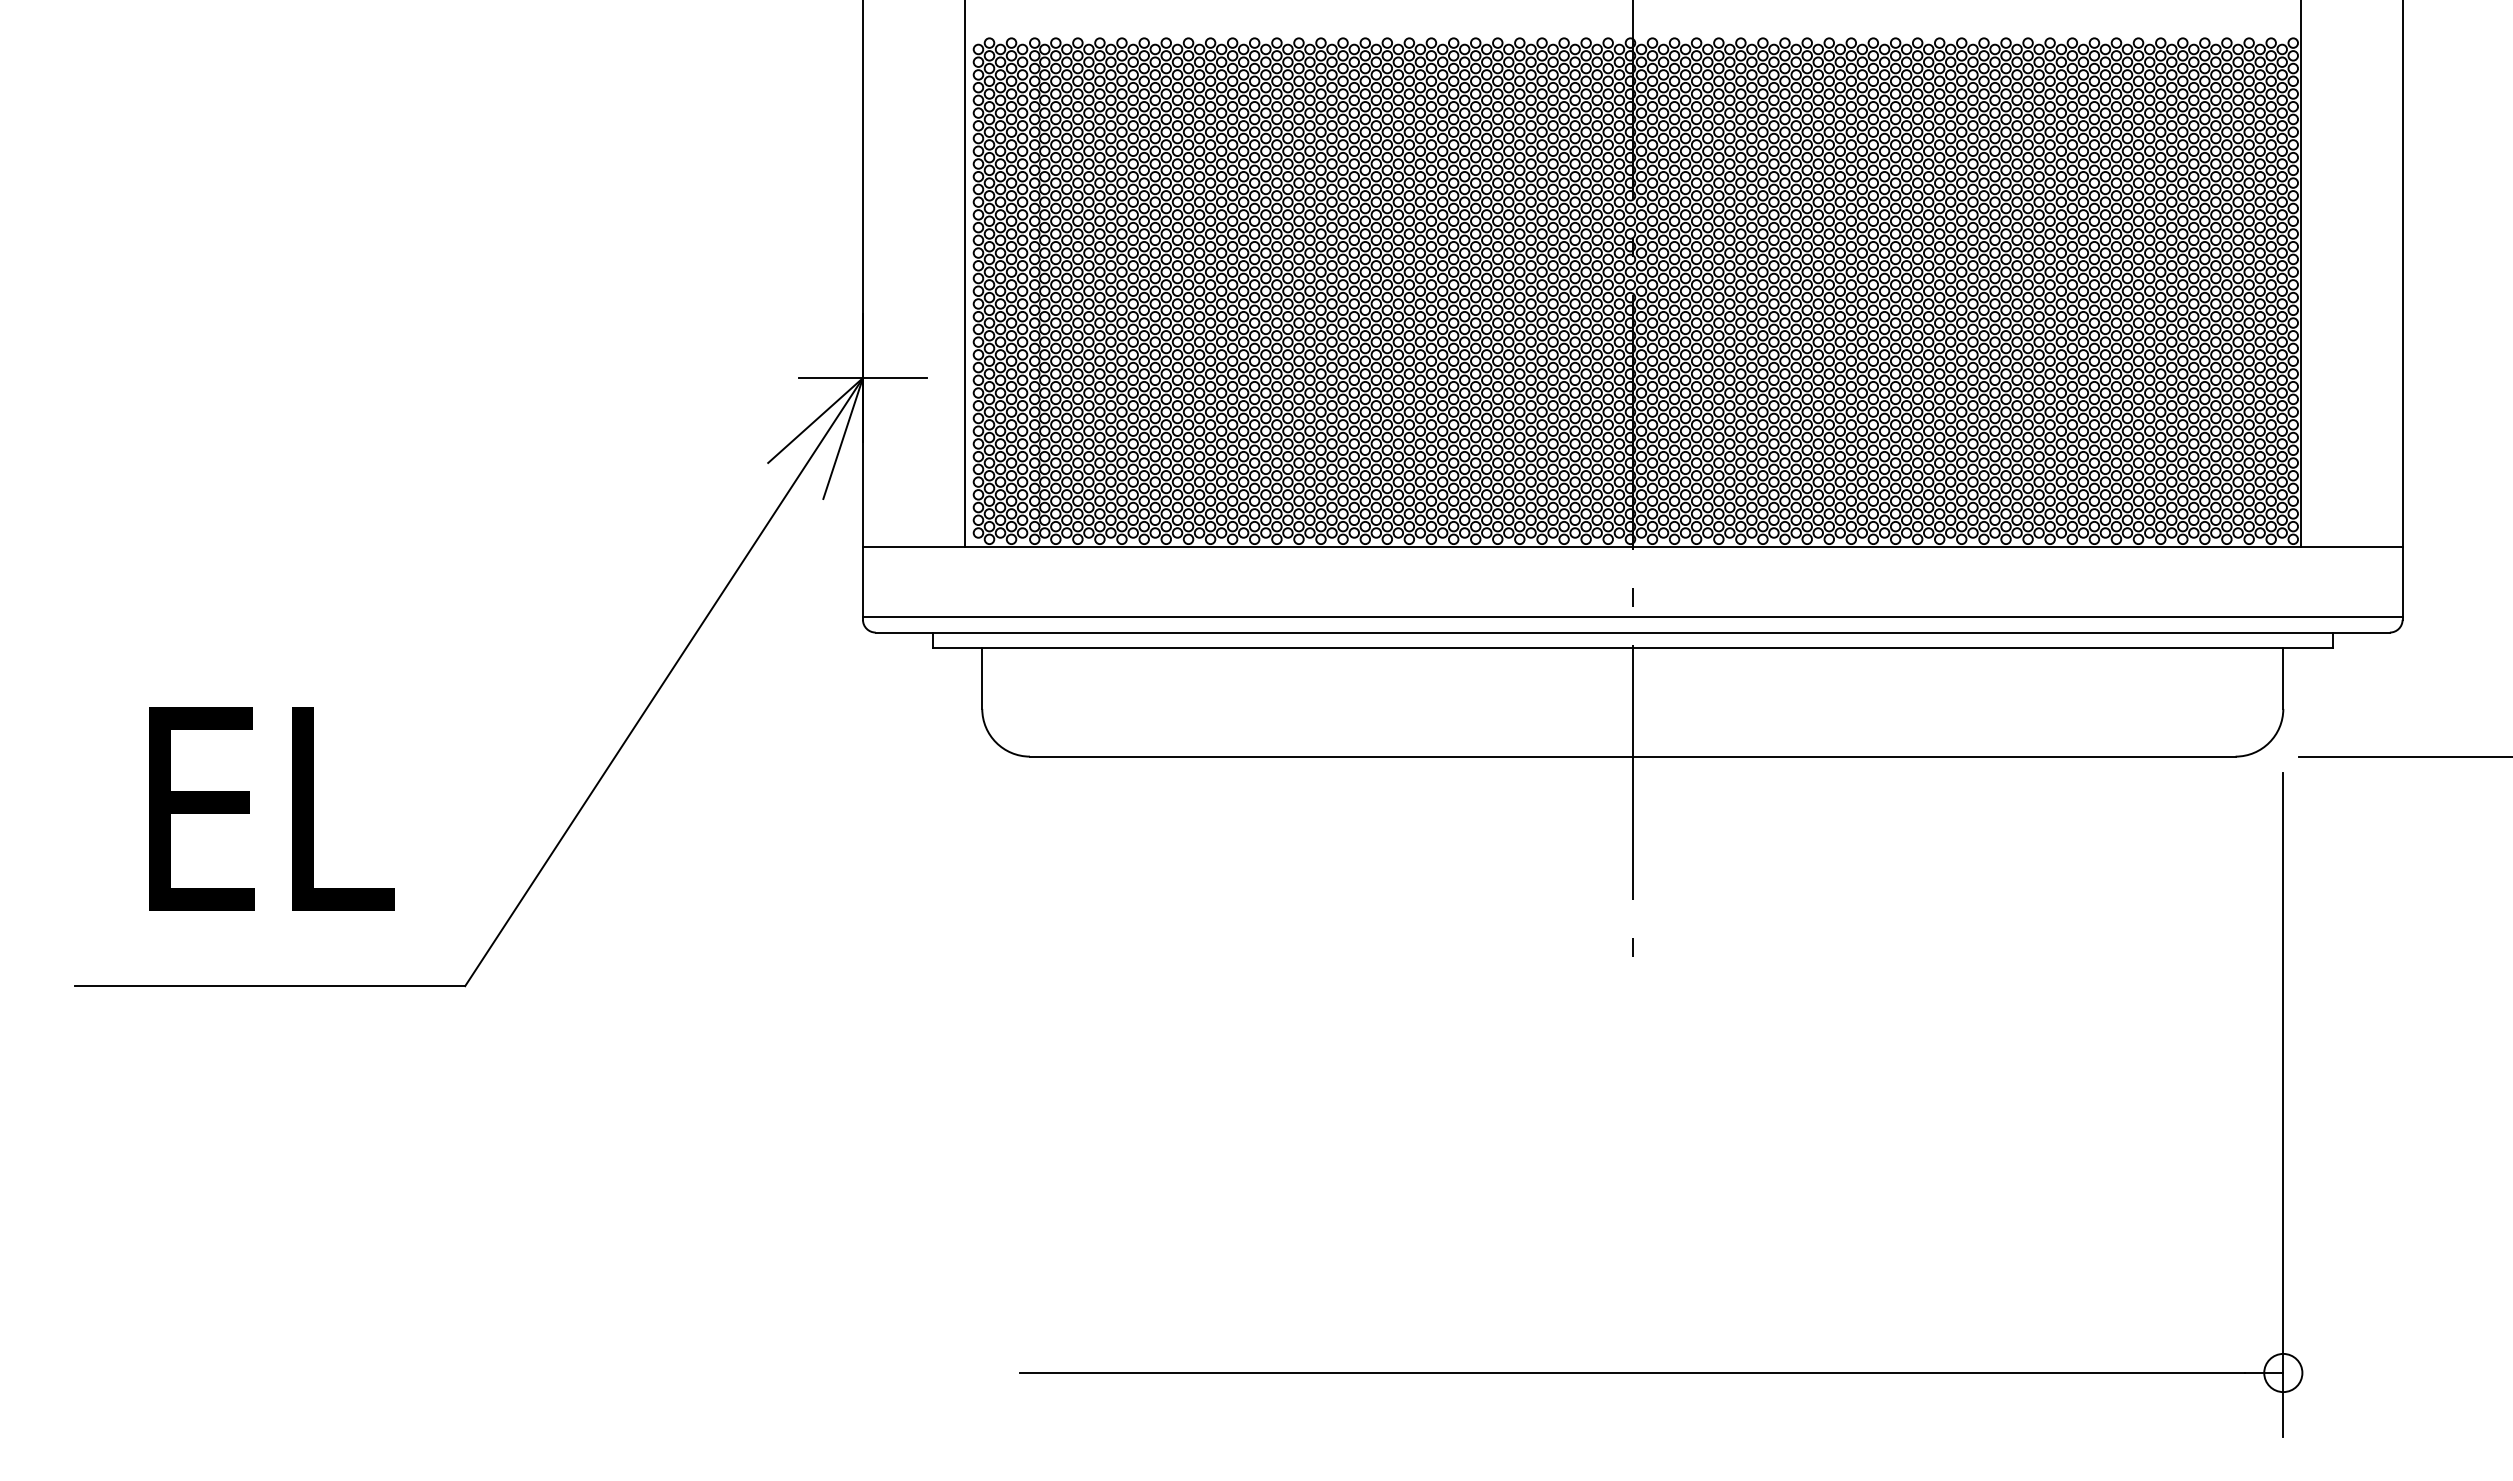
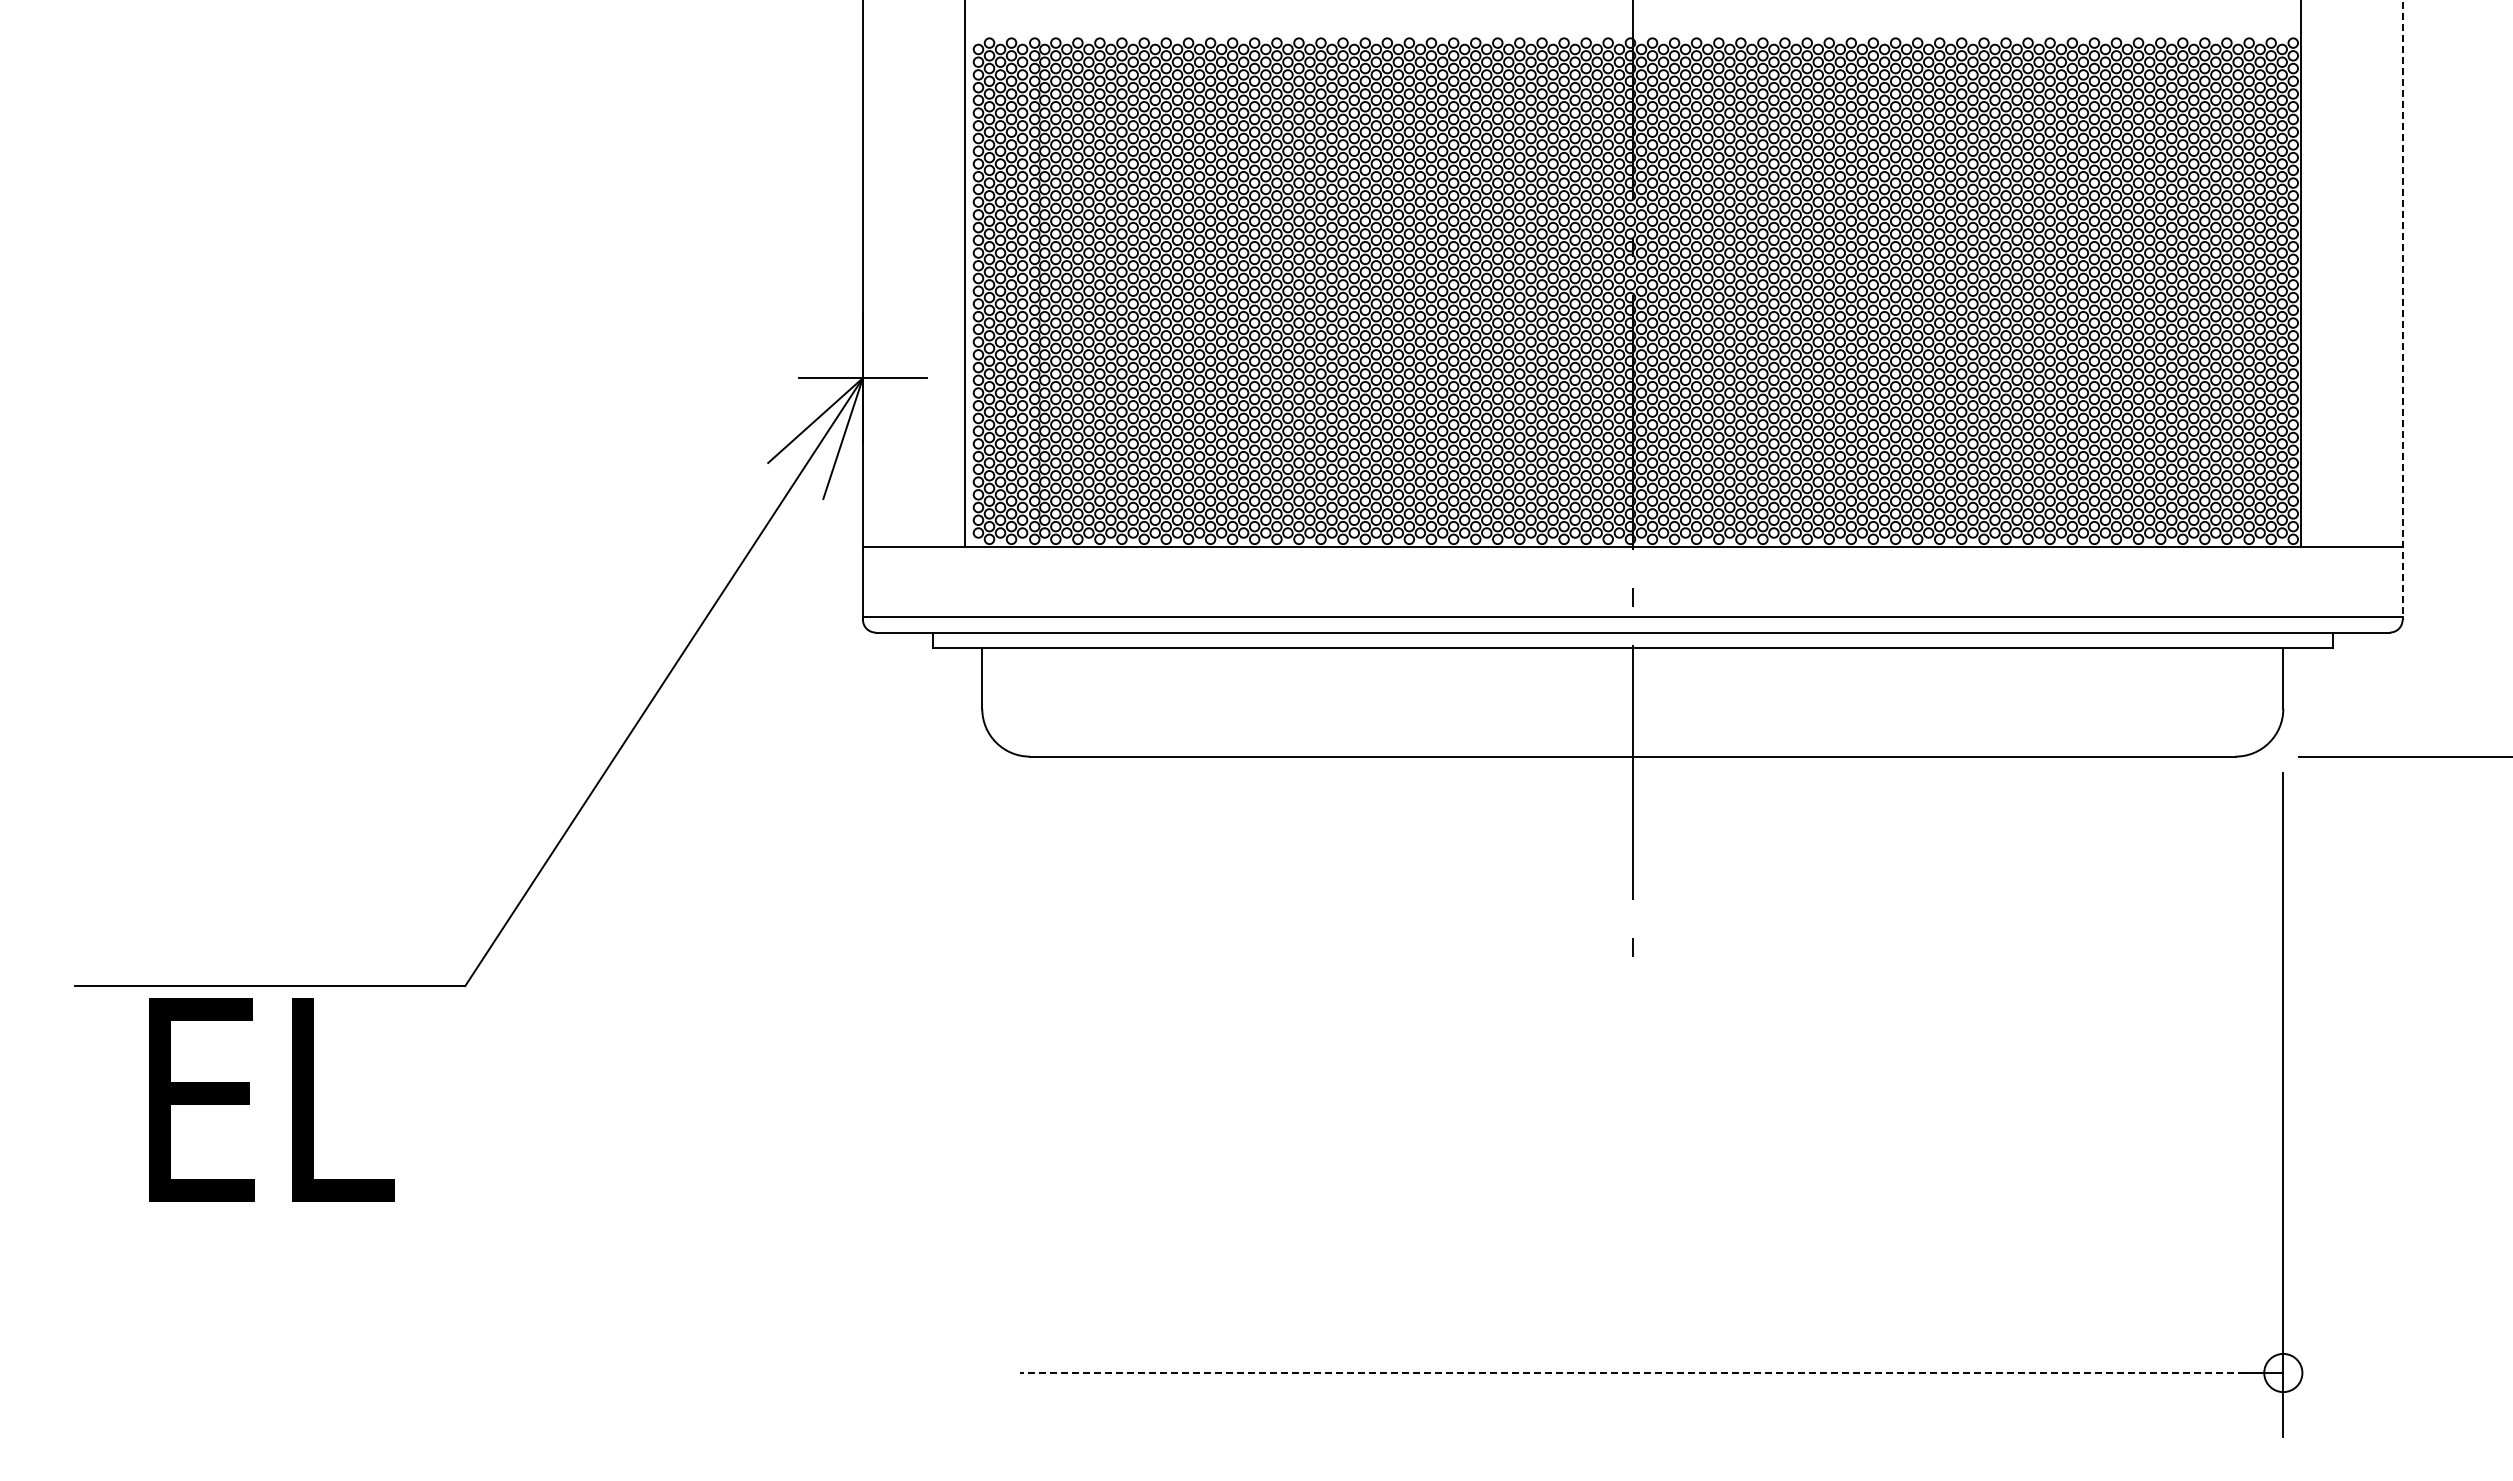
line at (2402, 309): solid -> dashed
text at (271, 808) position: (271, 808) -> (271, 1099)
line at (1632, 1373): solid -> dashed
